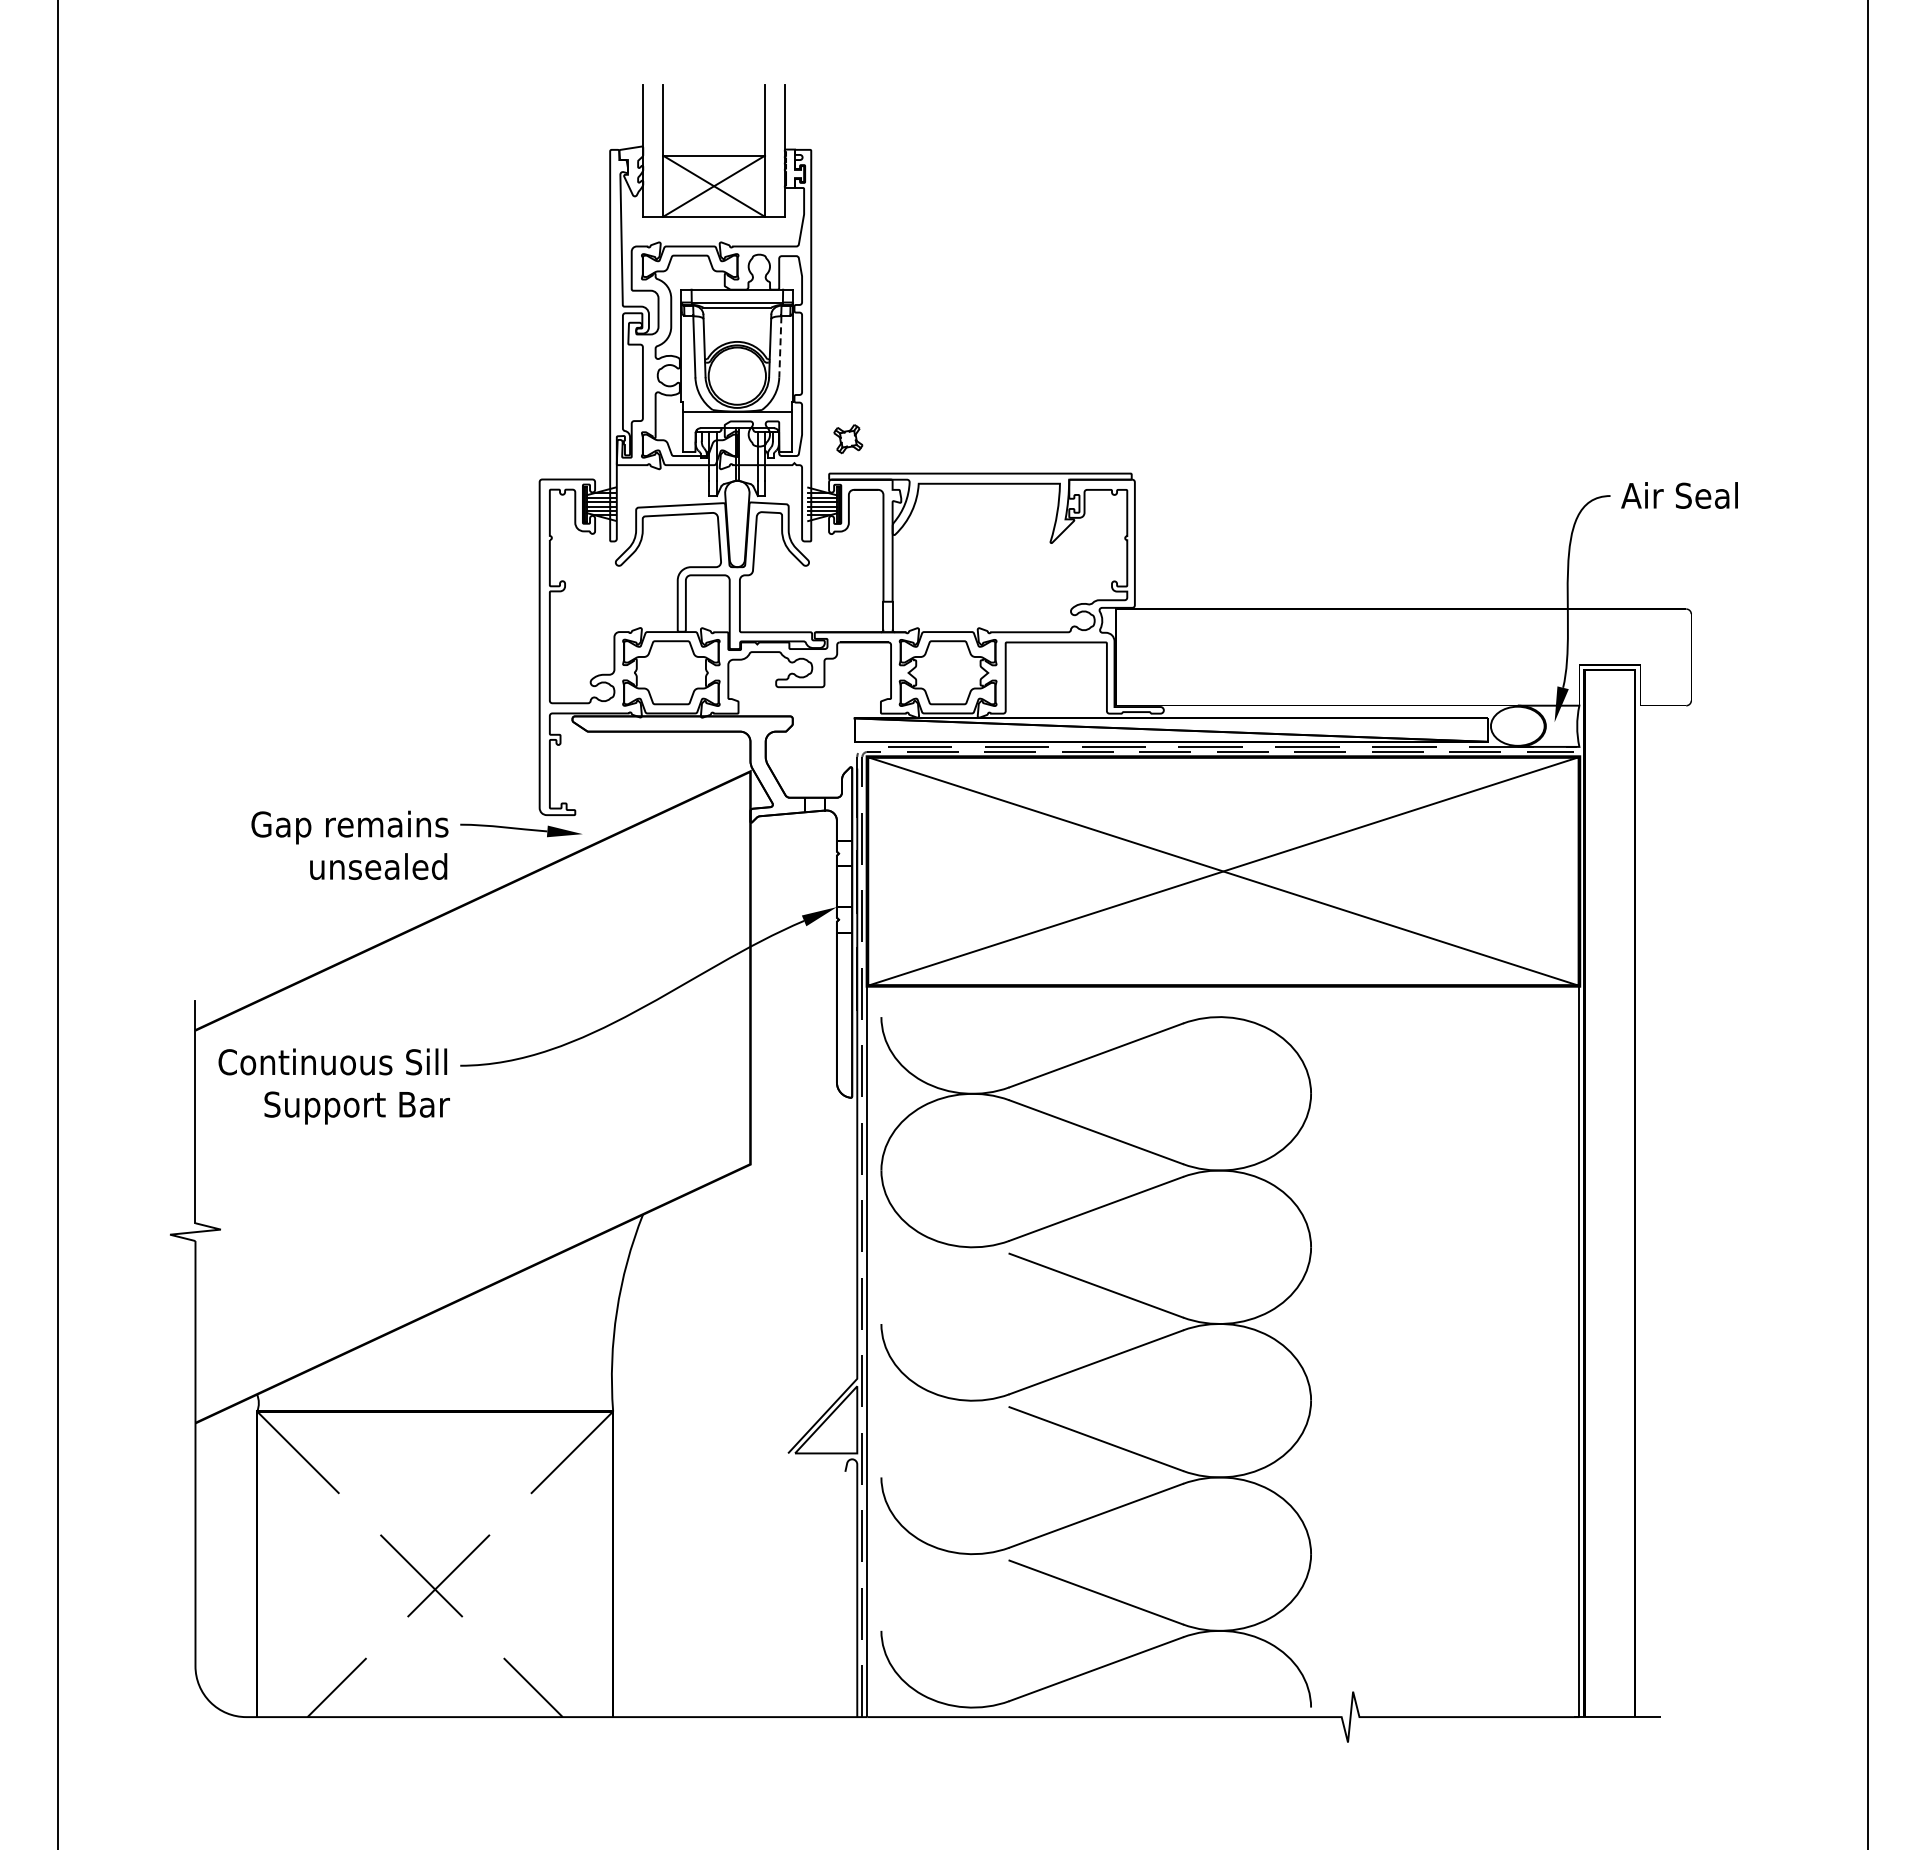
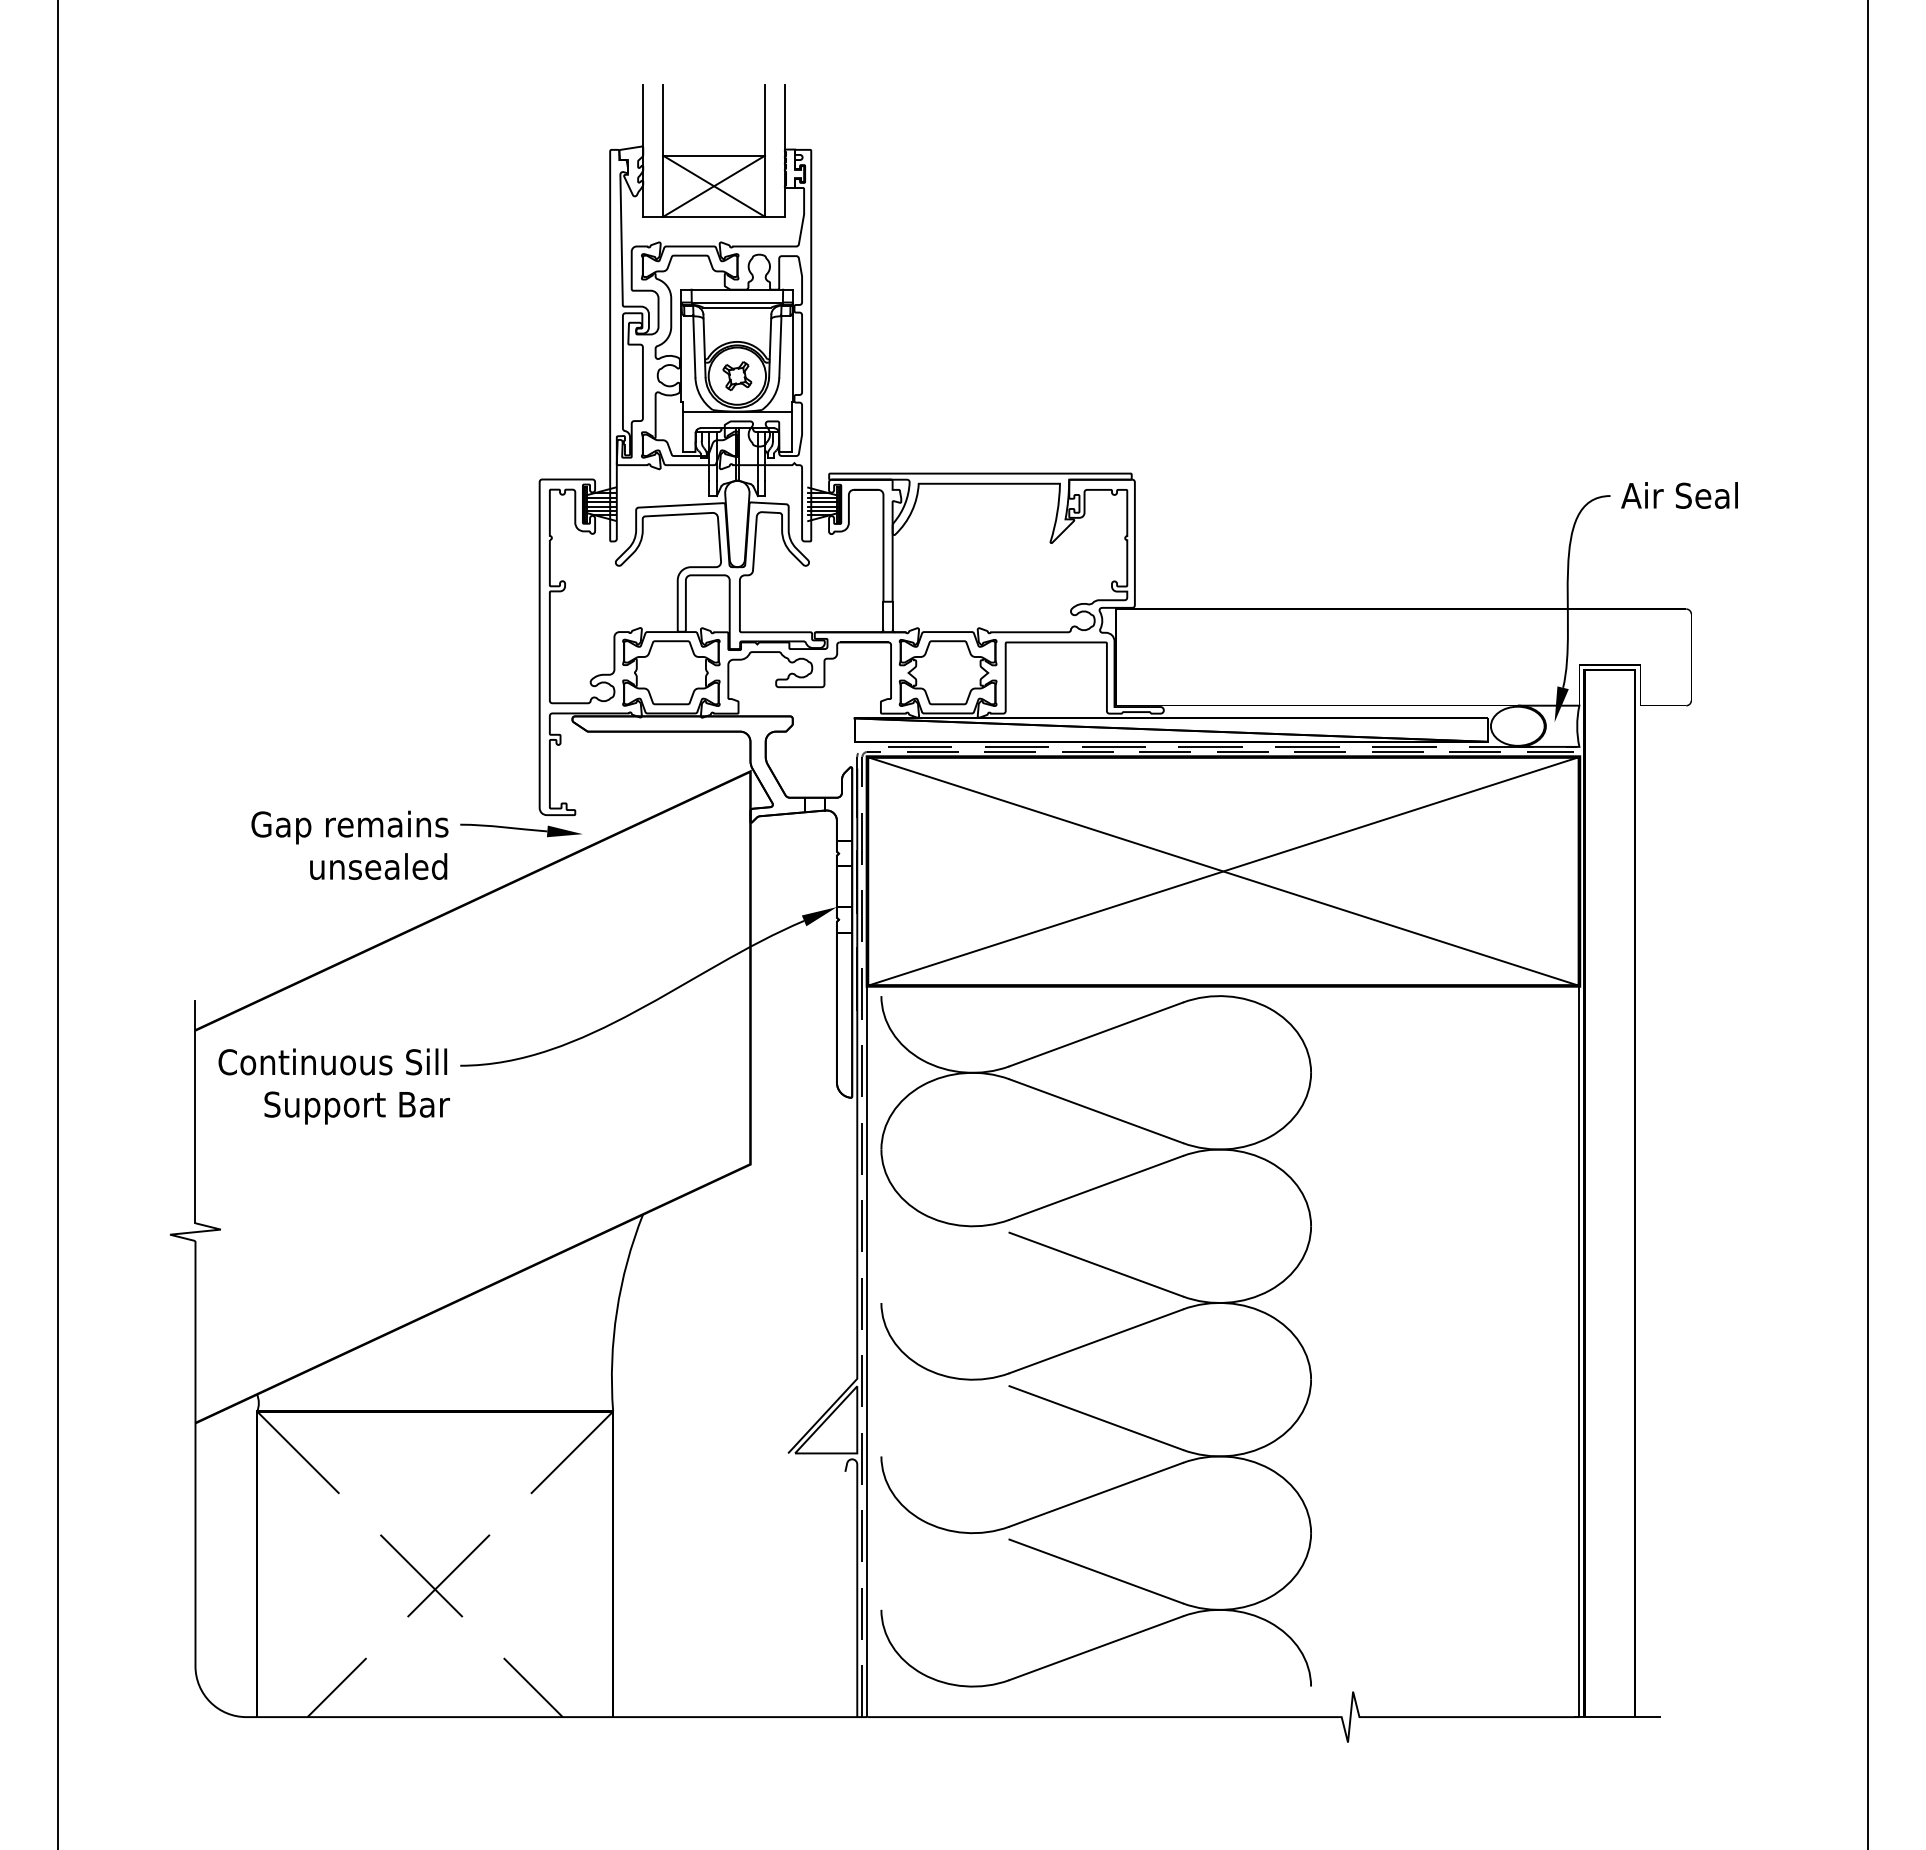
line at (780, 346): dashed -> solid
part at (848, 439) position: (848, 439) -> (737, 376)
part at (1095, 1362) position: (1095, 1362) -> (1095, 1341)
